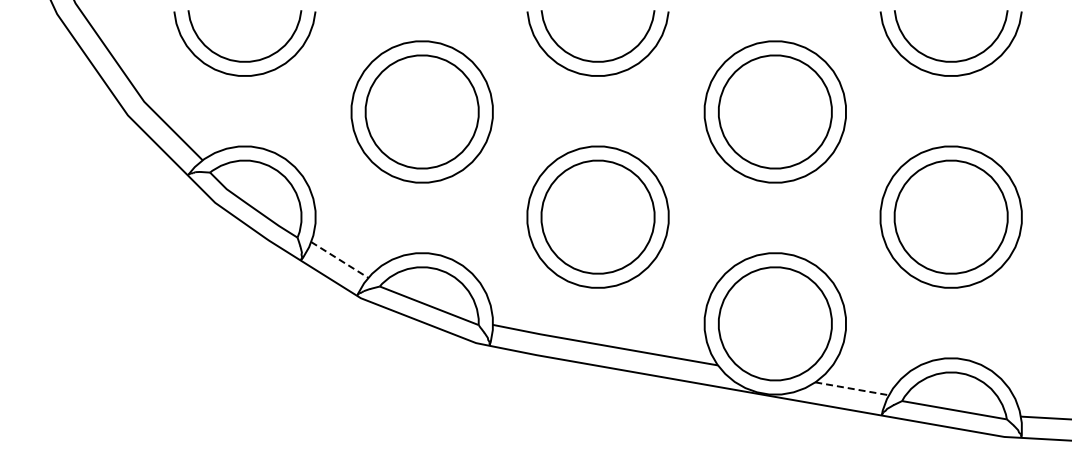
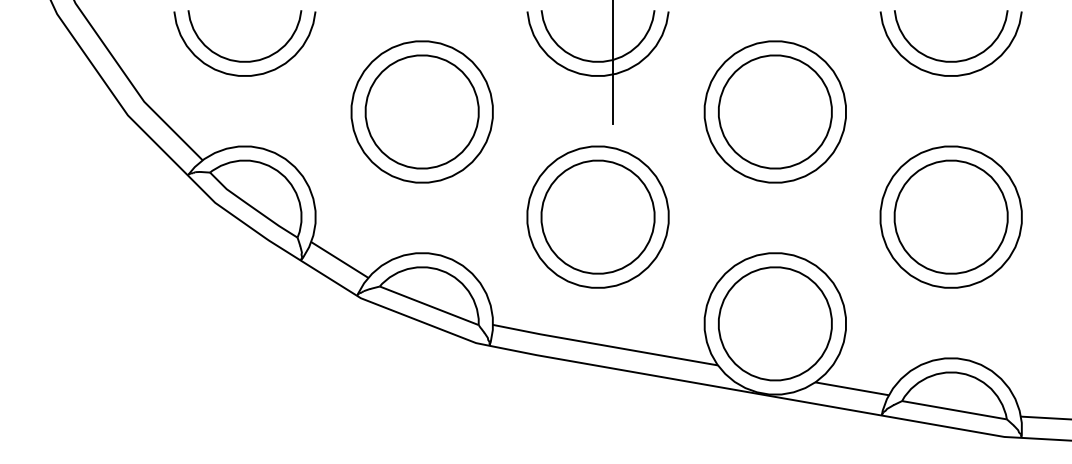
line at (612, 62): none -> present
line at (339, 259): dashed -> solid
line at (852, 388): dashed -> solid
